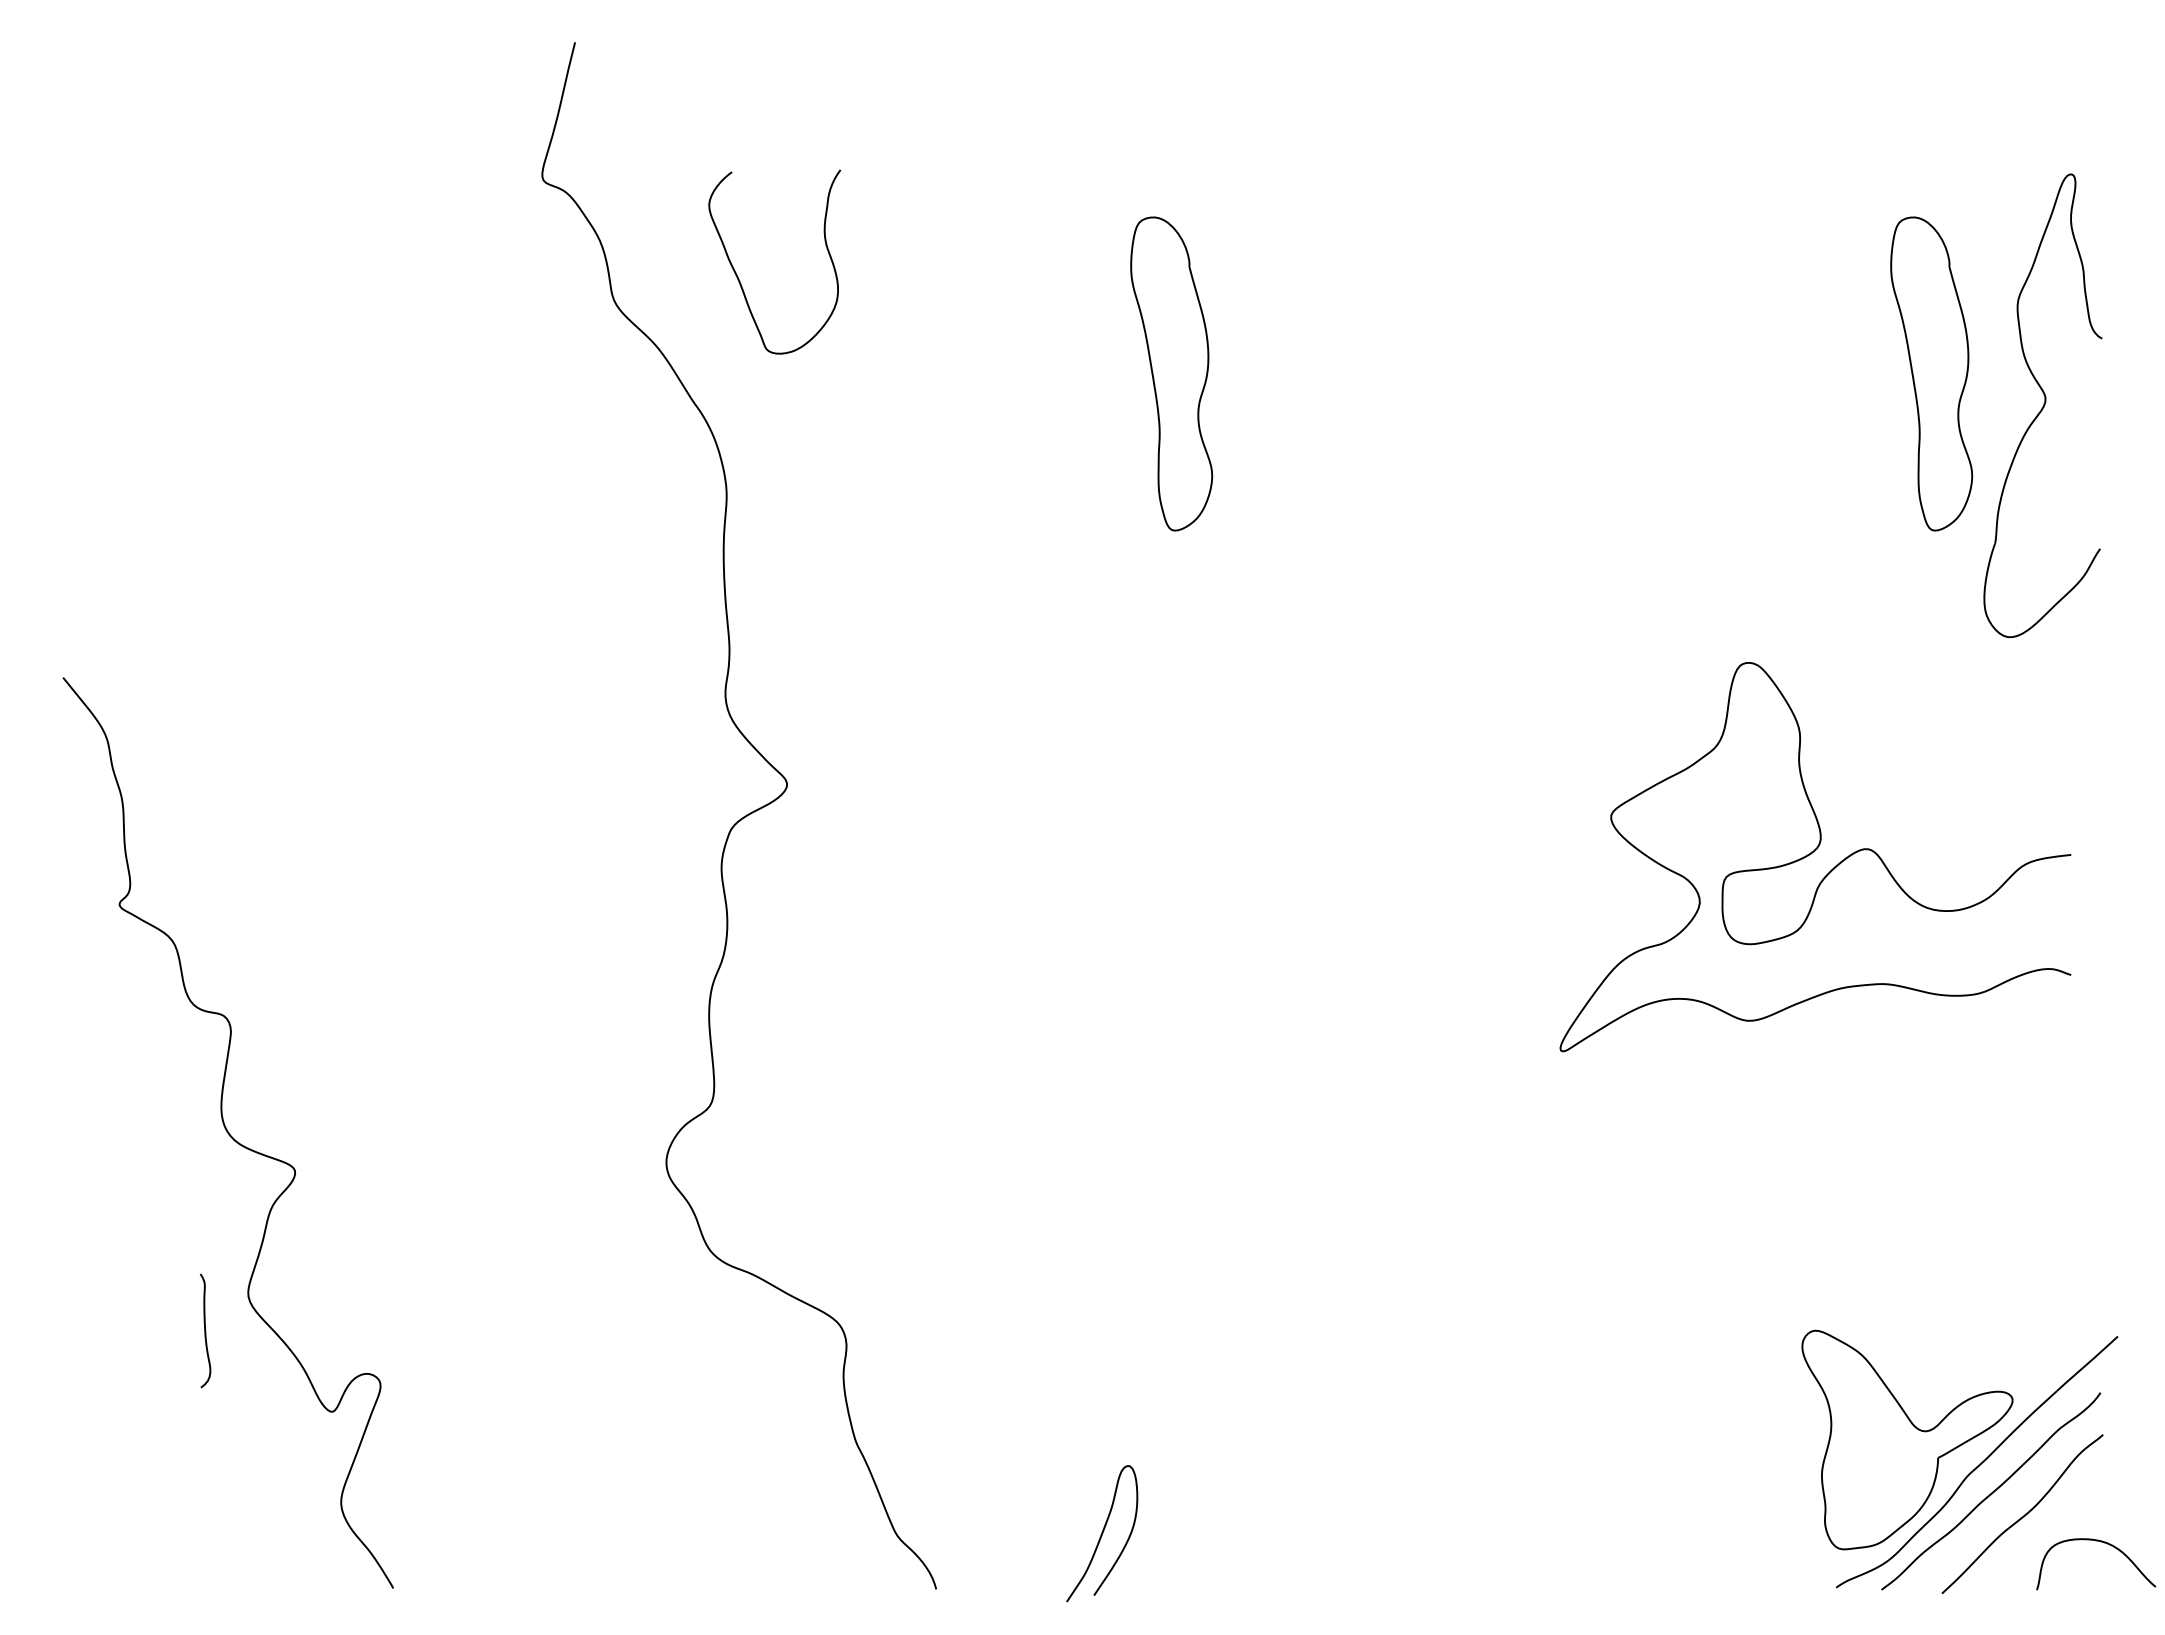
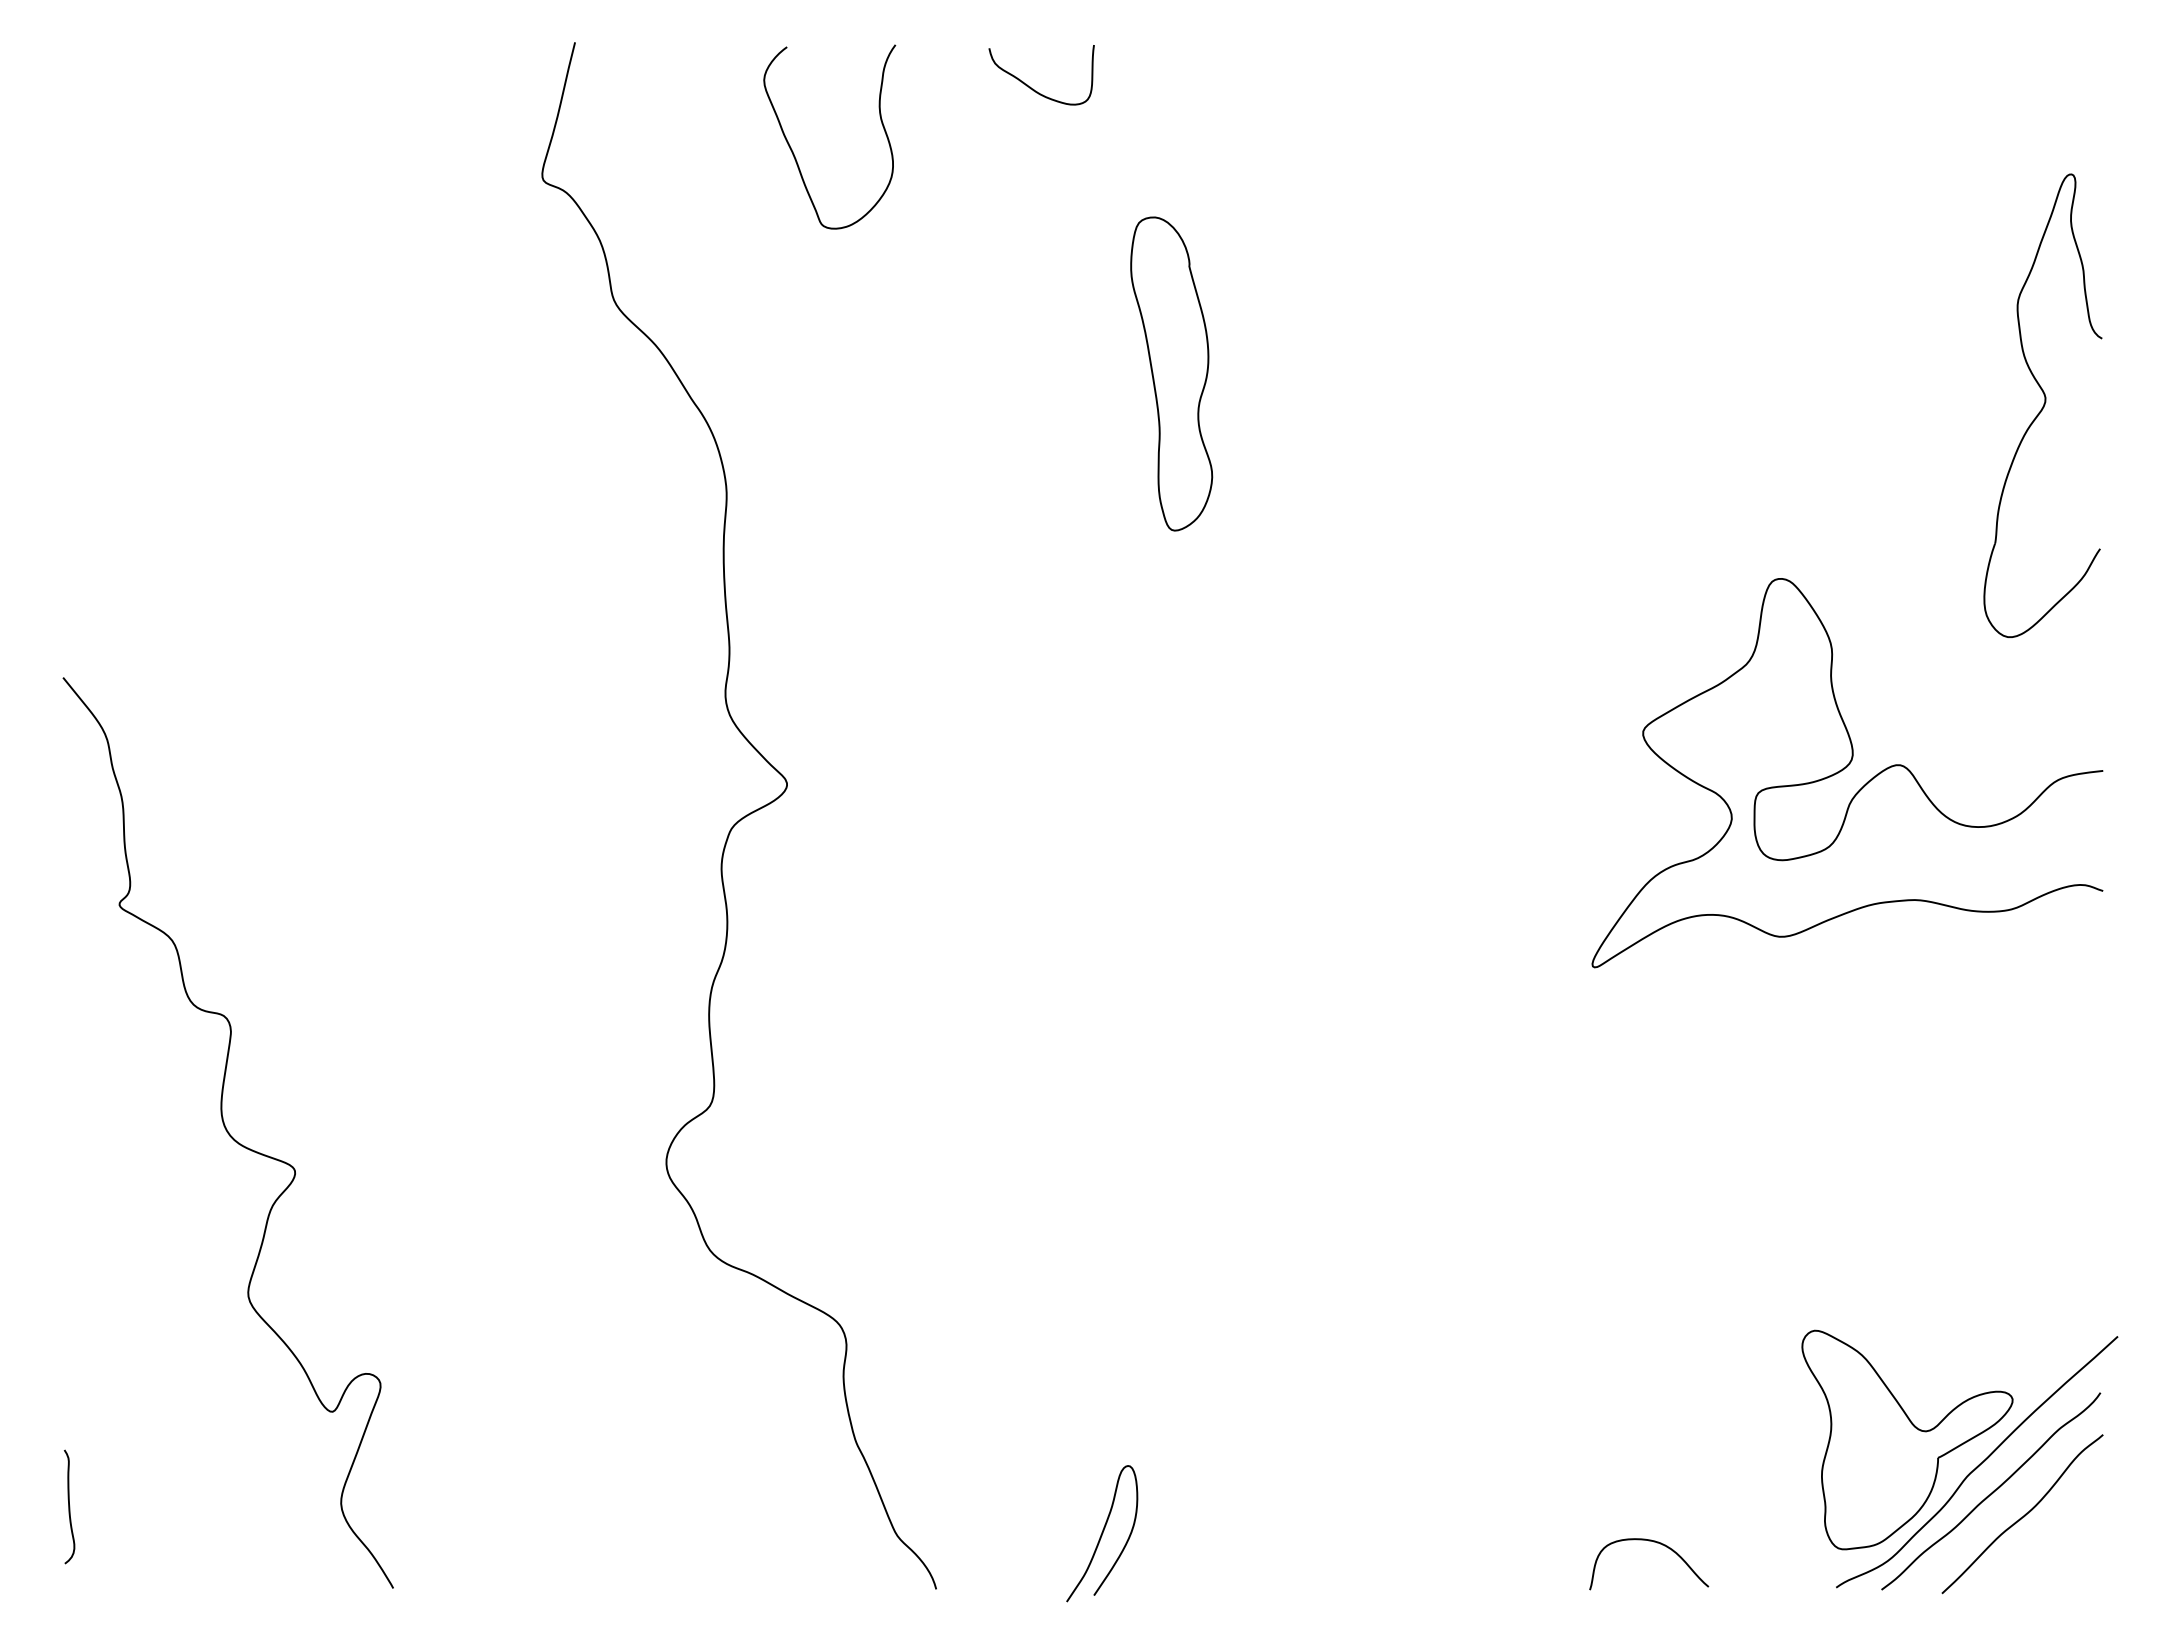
curve at (1033, 88): none -> present
curve at (739, 278) position: (739, 278) -> (794, 153)
part at (1931, 373): present -> none
curve at (1812, 853) position: (1812, 853) -> (1844, 769)
curve at (205, 1330) position: (205, 1330) -> (69, 1506)
curve at (2100, 1542) position: (2100, 1542) -> (1653, 1542)
